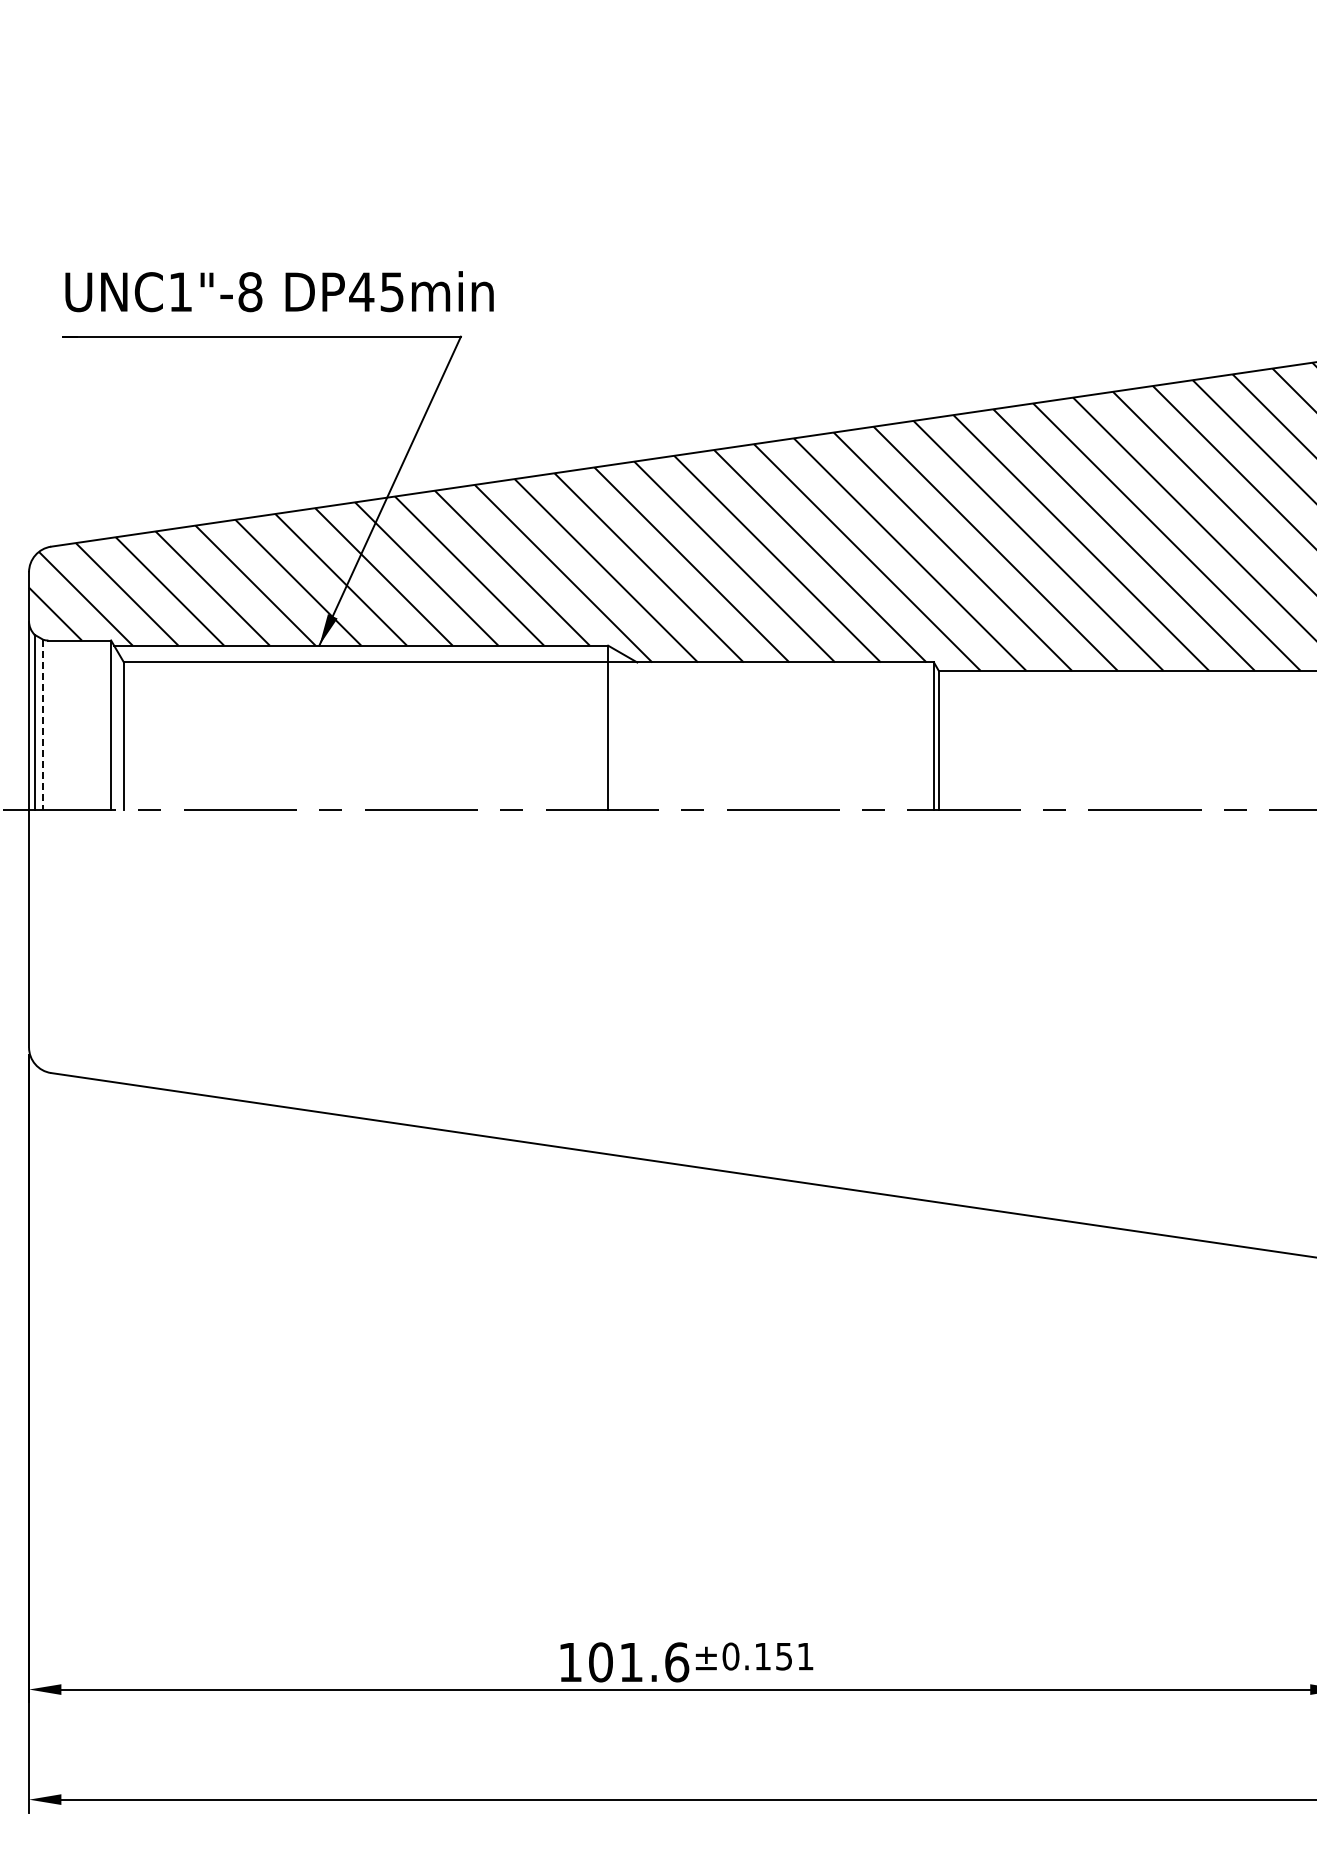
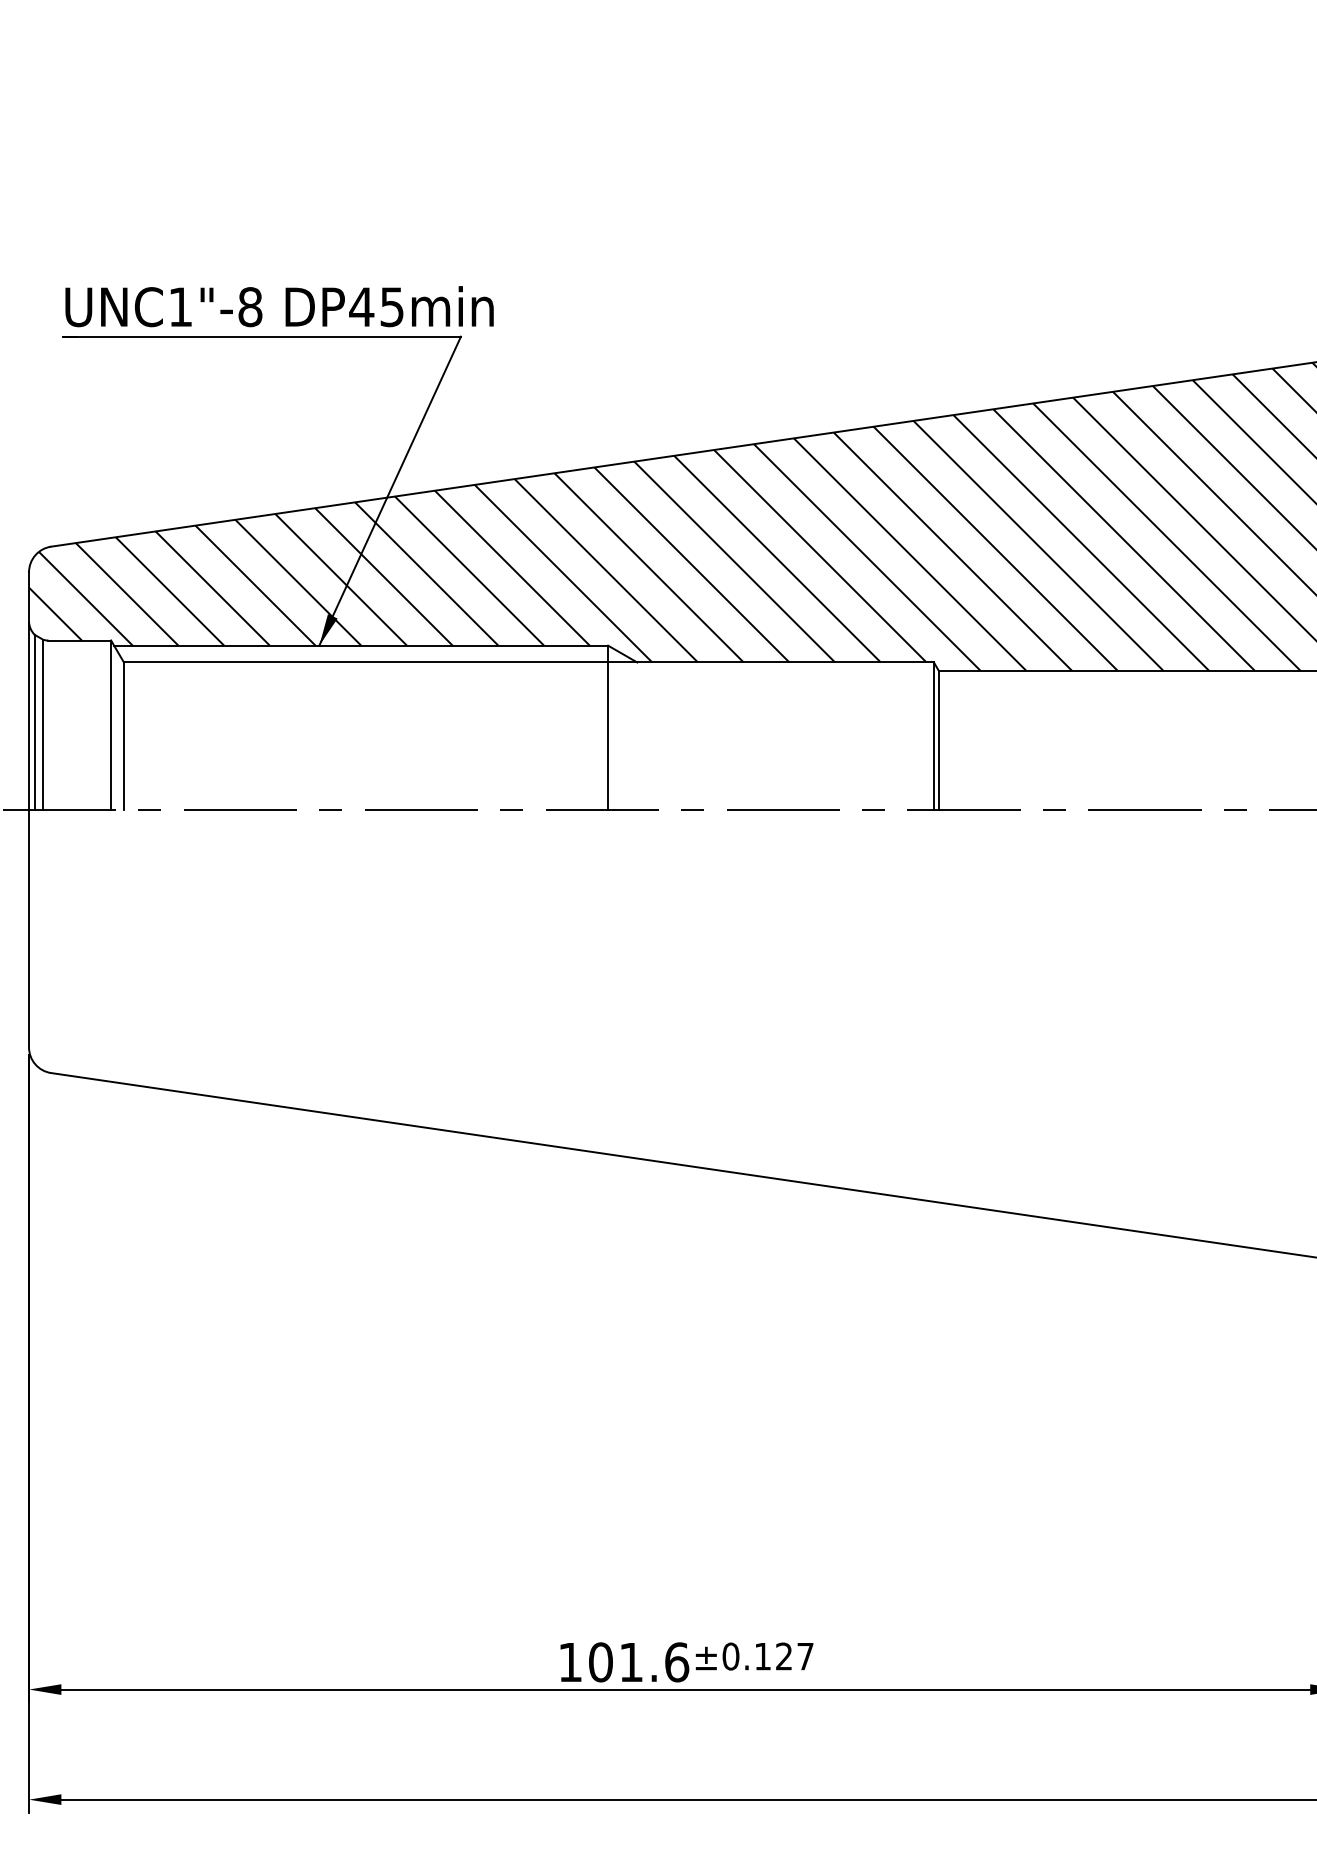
text at (279, 291) position: (279, 291) -> (279, 306)
line at (43, 725): dashed -> solid
text at (794, 1656): ±0.151 -> ±0.127
